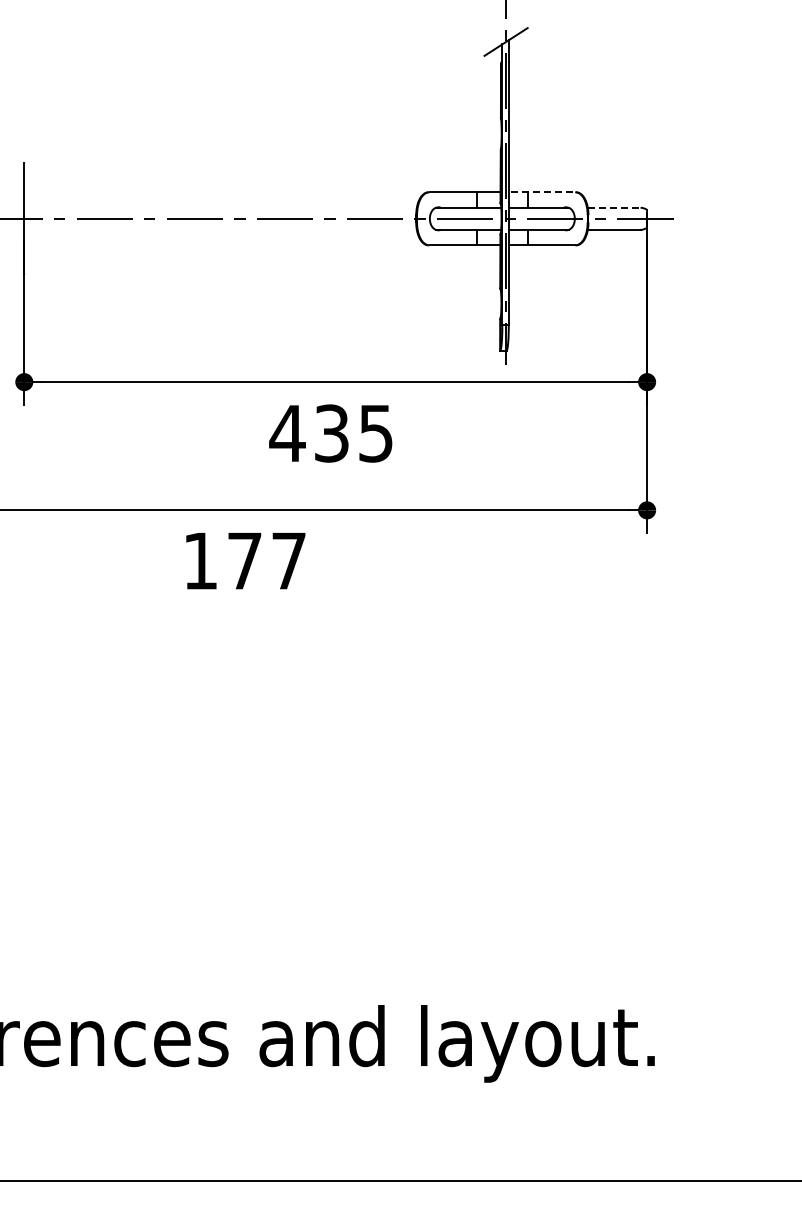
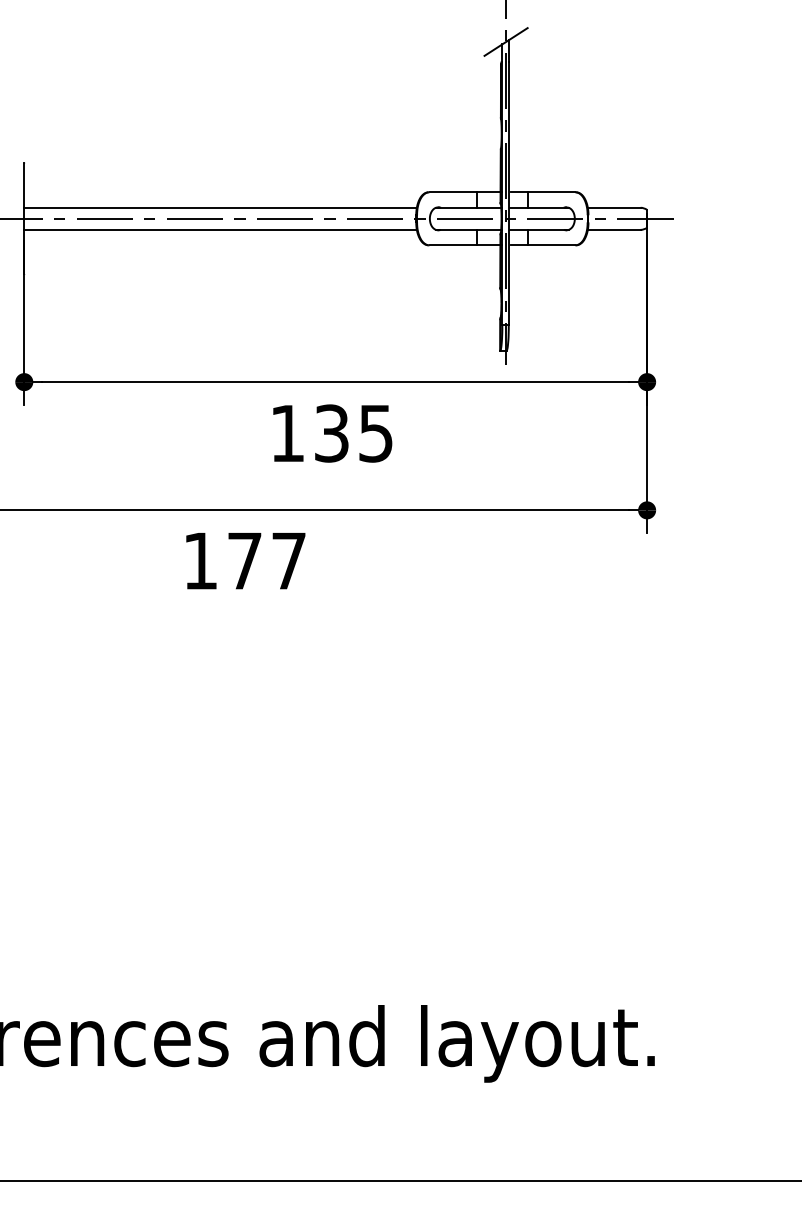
line at (543, 192): dashed -> solid
line at (220, 207): none -> present
line at (614, 207): dashed -> solid
line at (220, 229): none -> present
text at (287, 433): 435 -> 135
